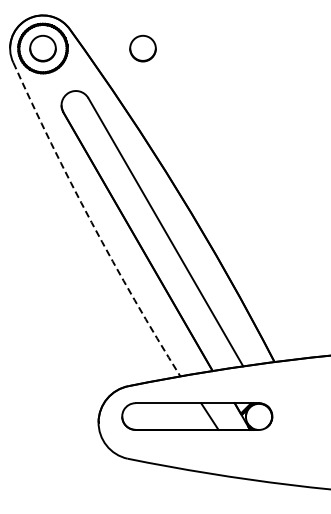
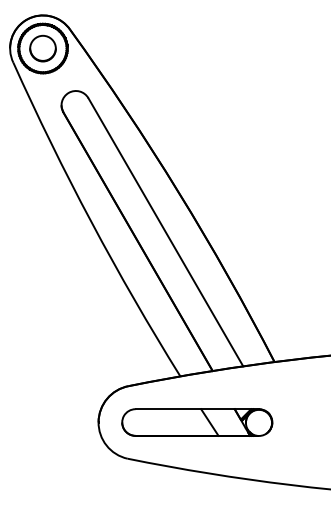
part at (142, 48): present -> none
arc at (91, 222): dashed -> solid
part at (197, 416) position: (197, 416) -> (197, 422)
